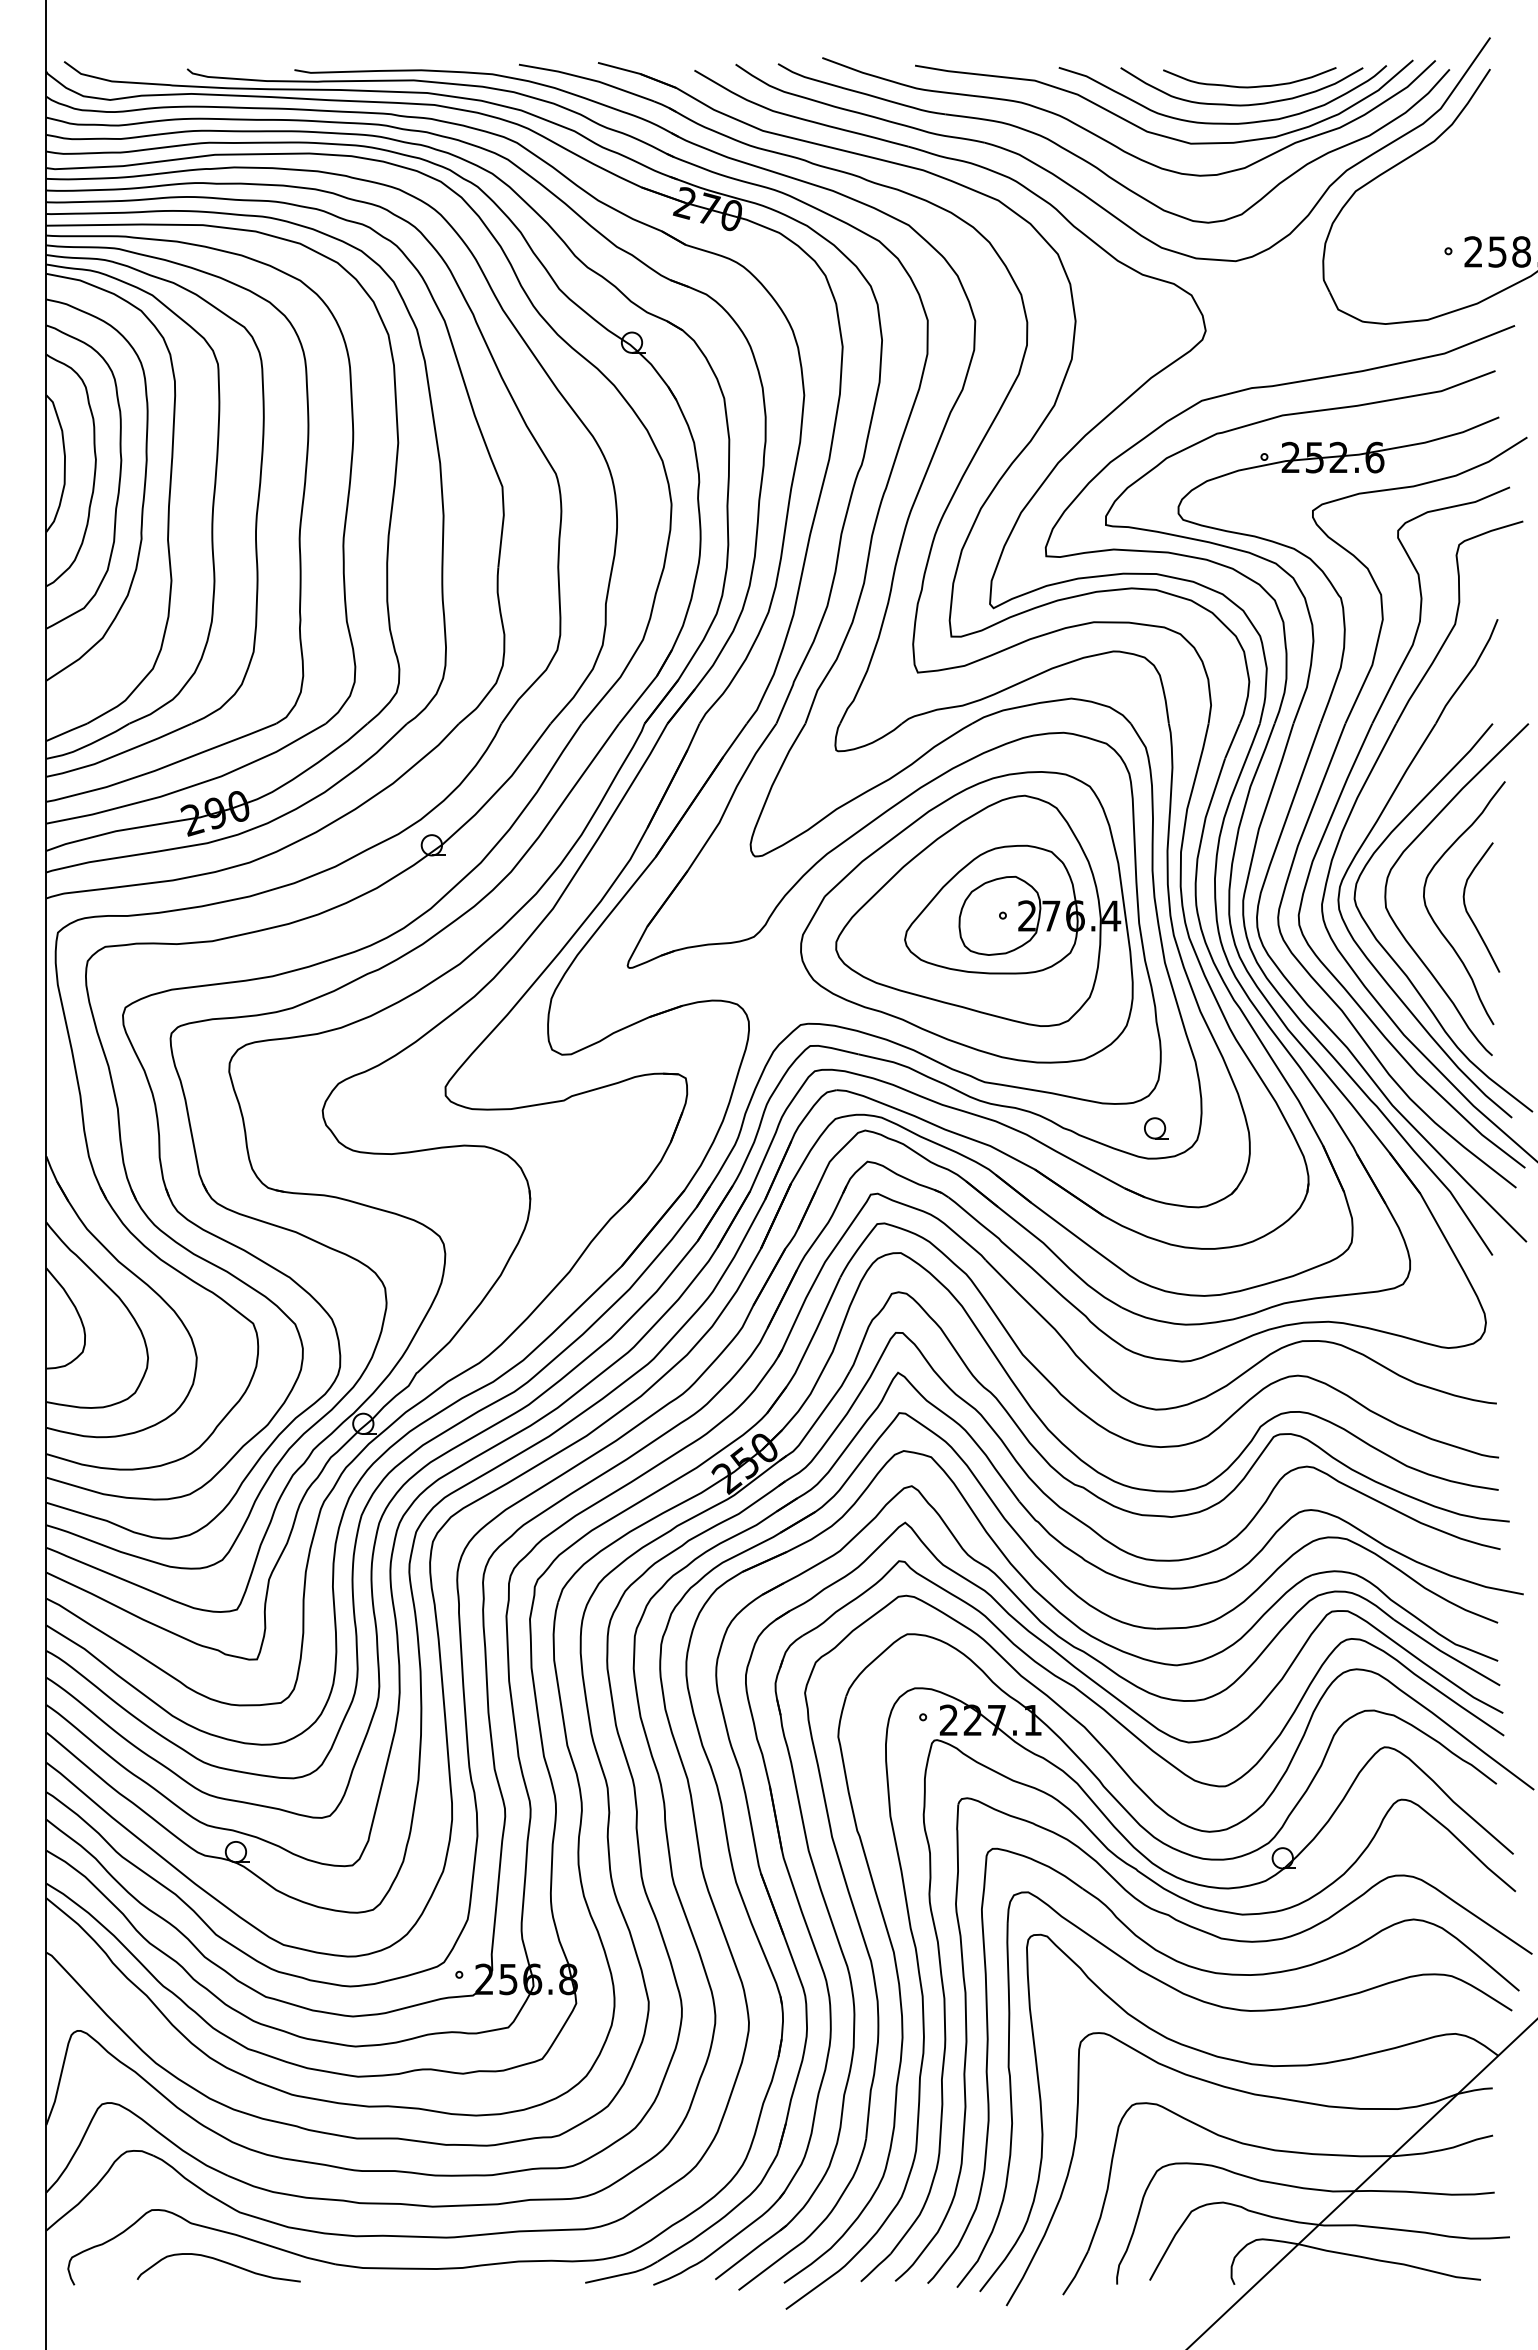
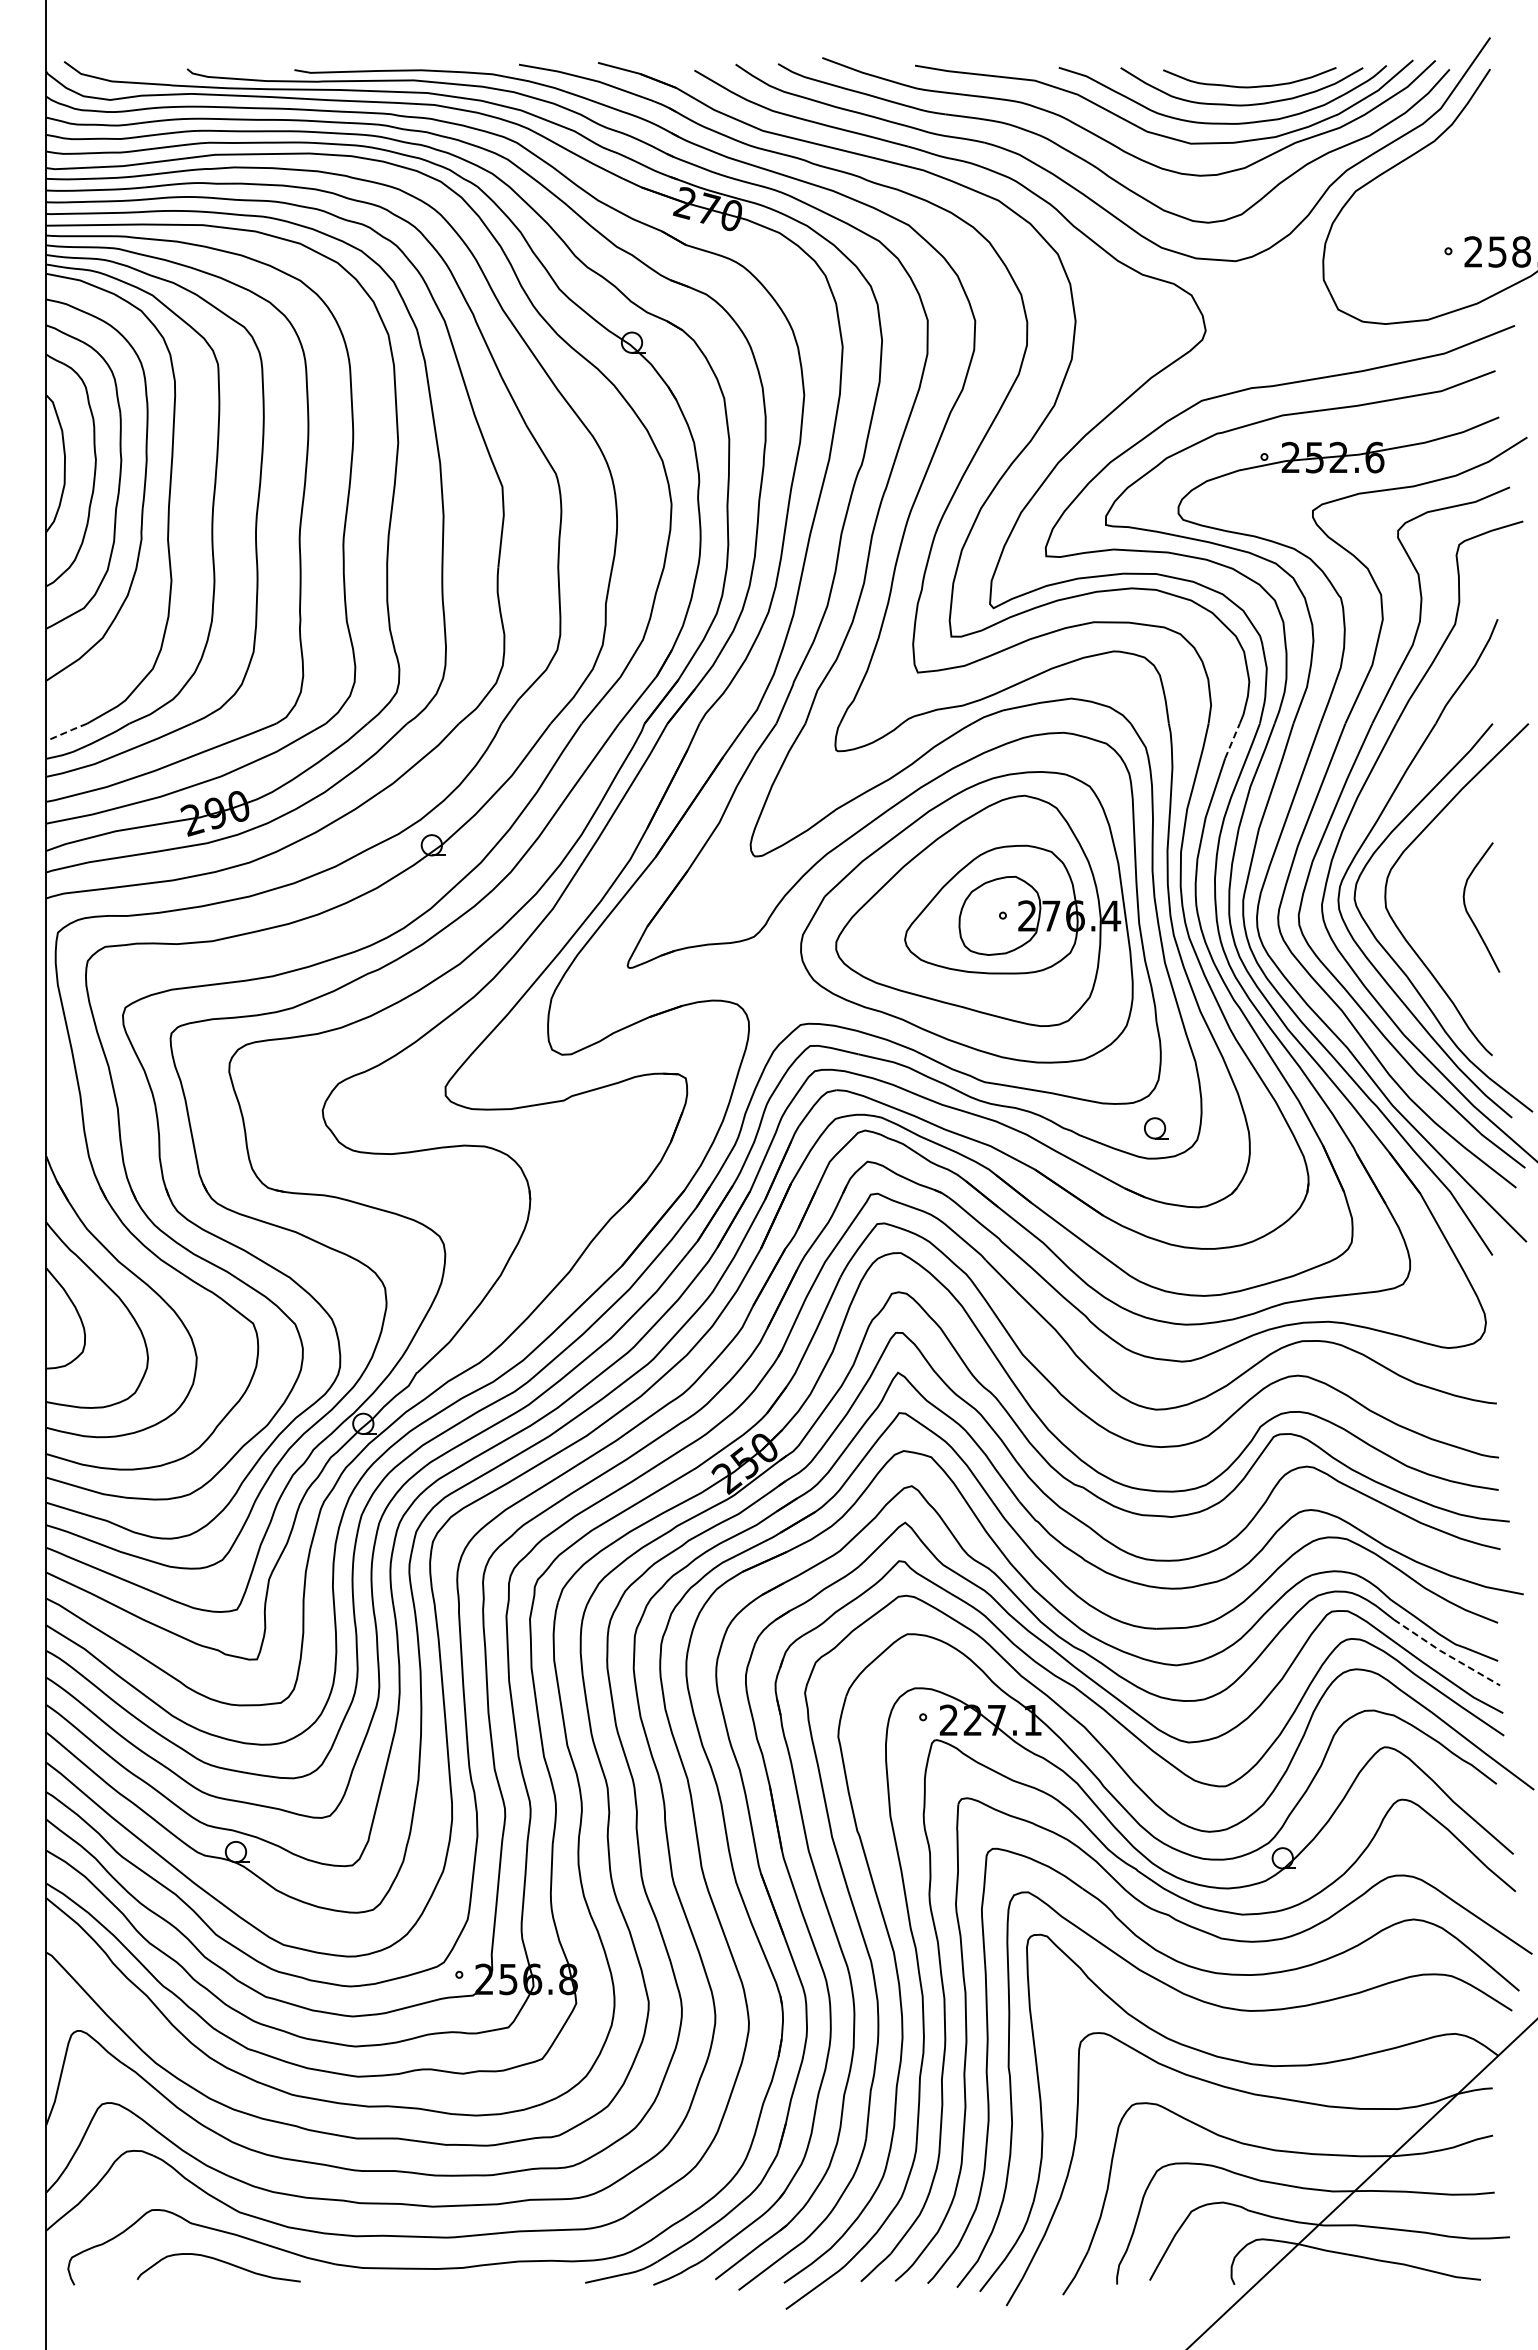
line at (66, 732): solid -> dashed
line at (1232, 741): solid -> dashed
curve at (1436, 923): present -> none
line at (1446, 1654): solid -> dashed
